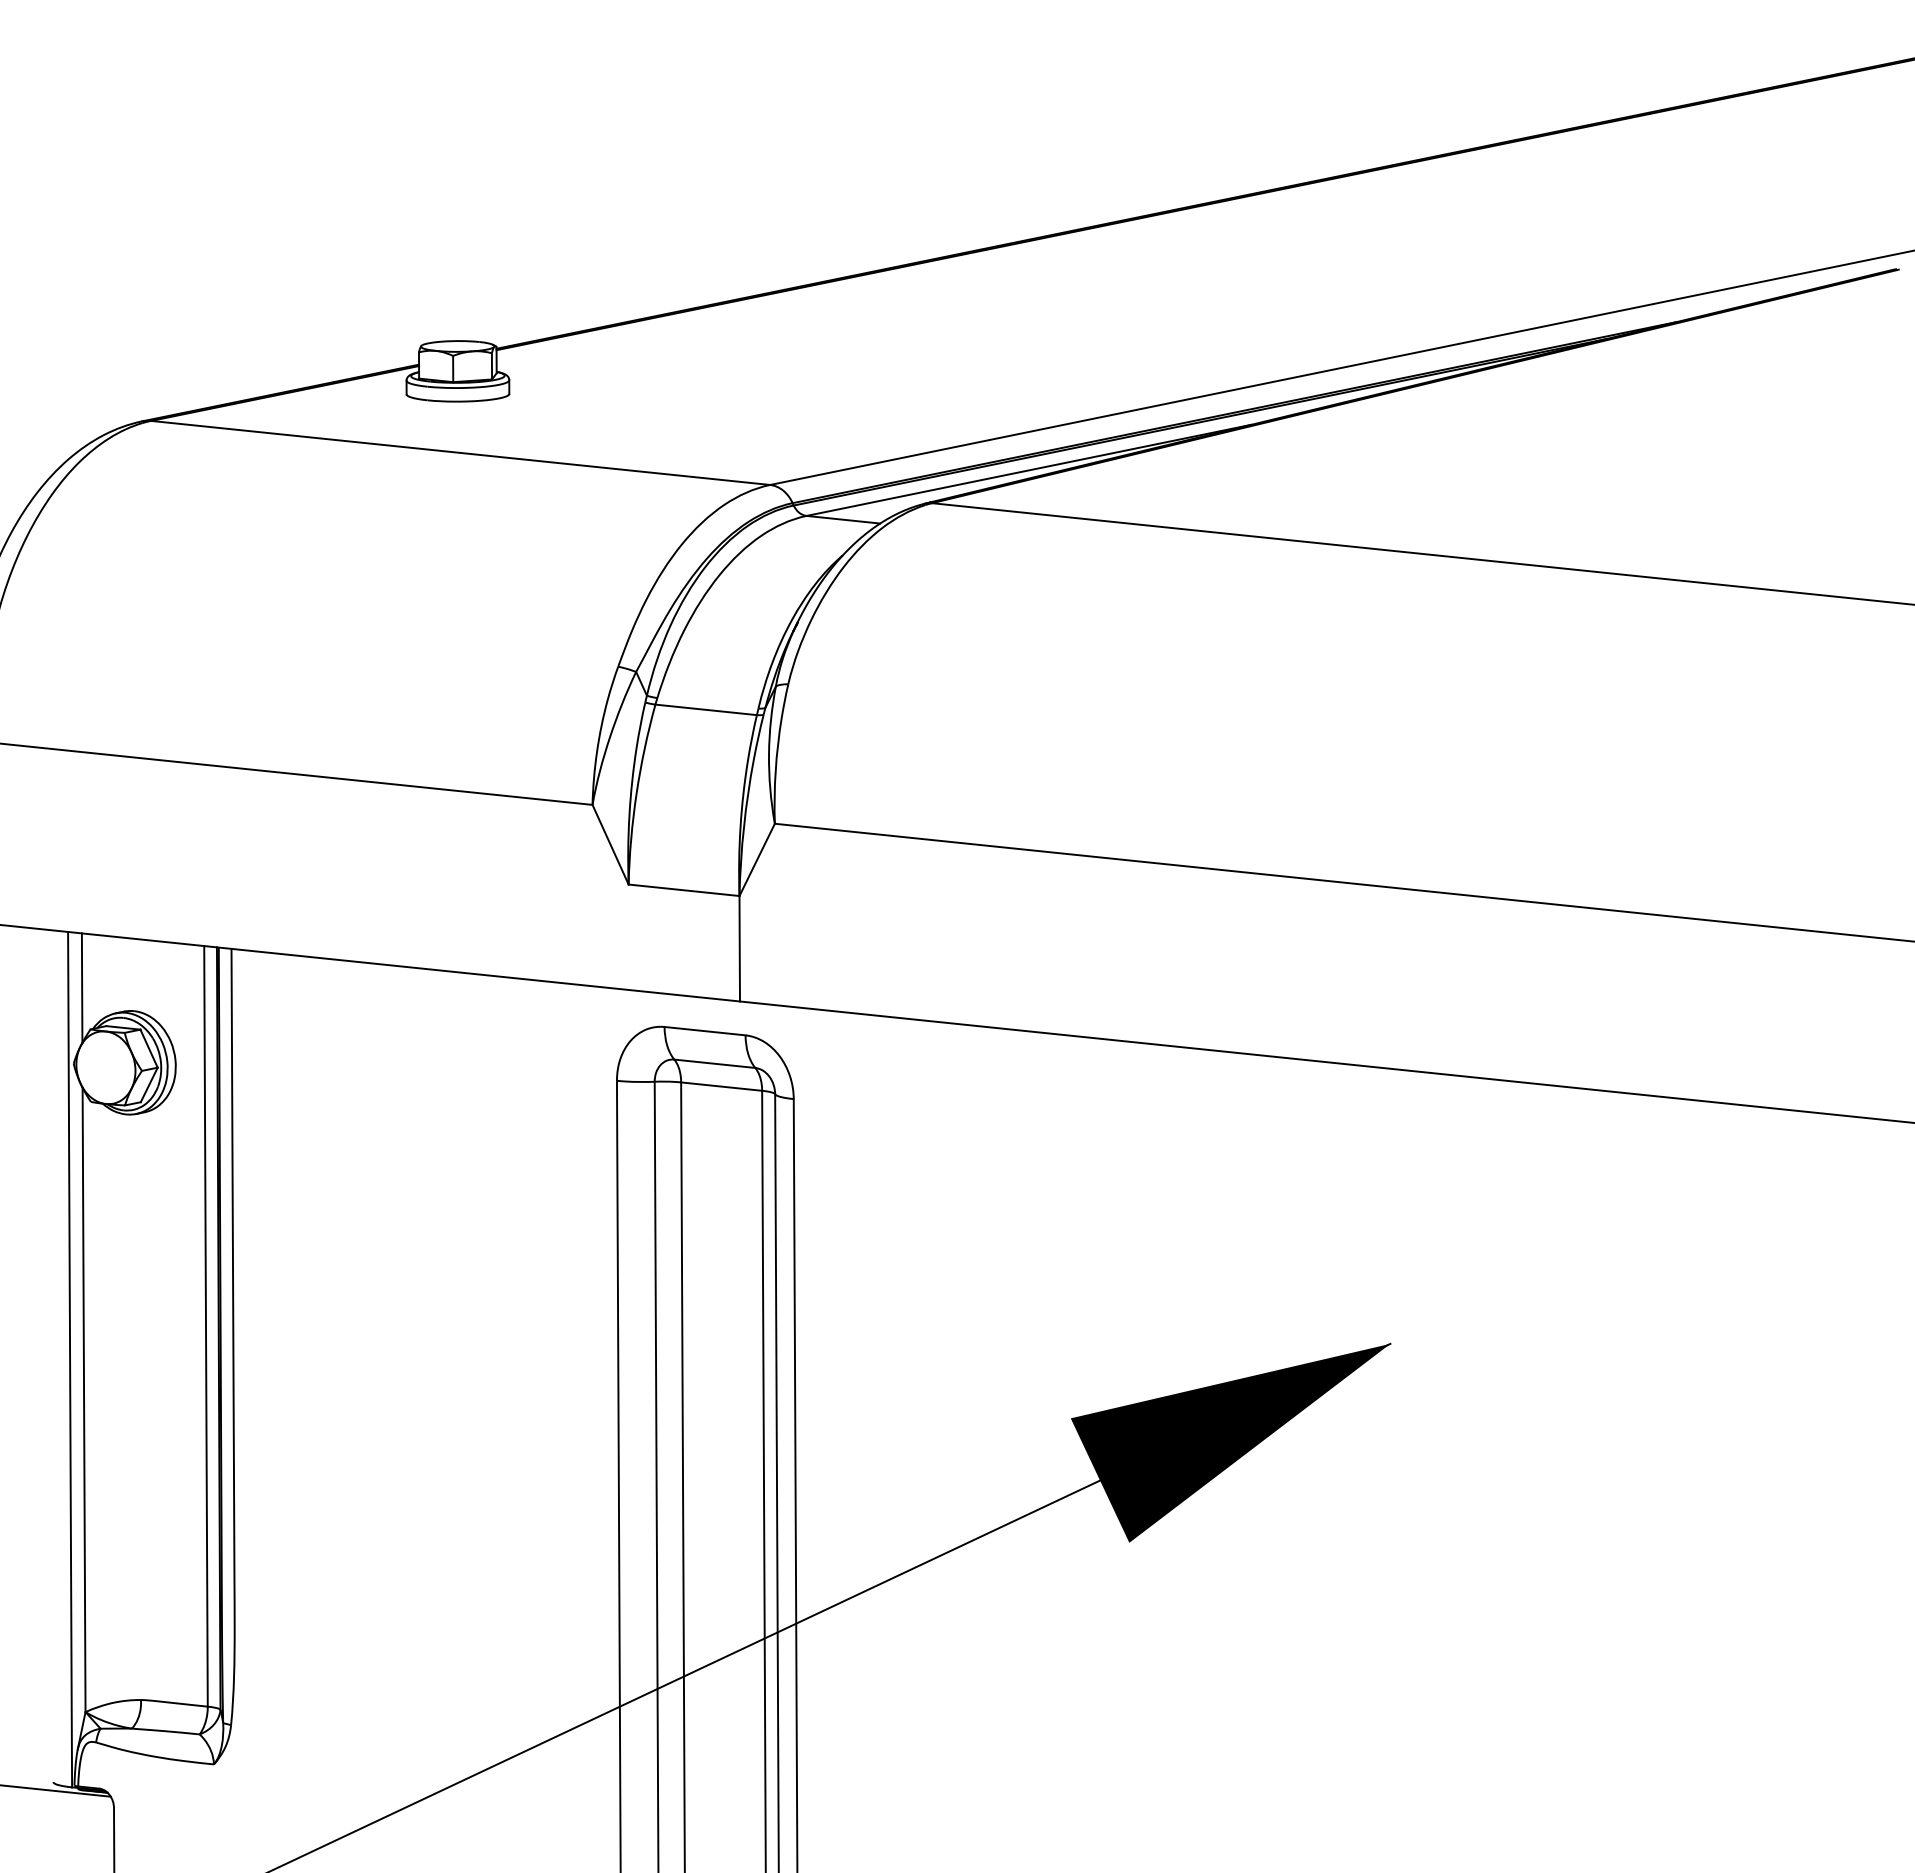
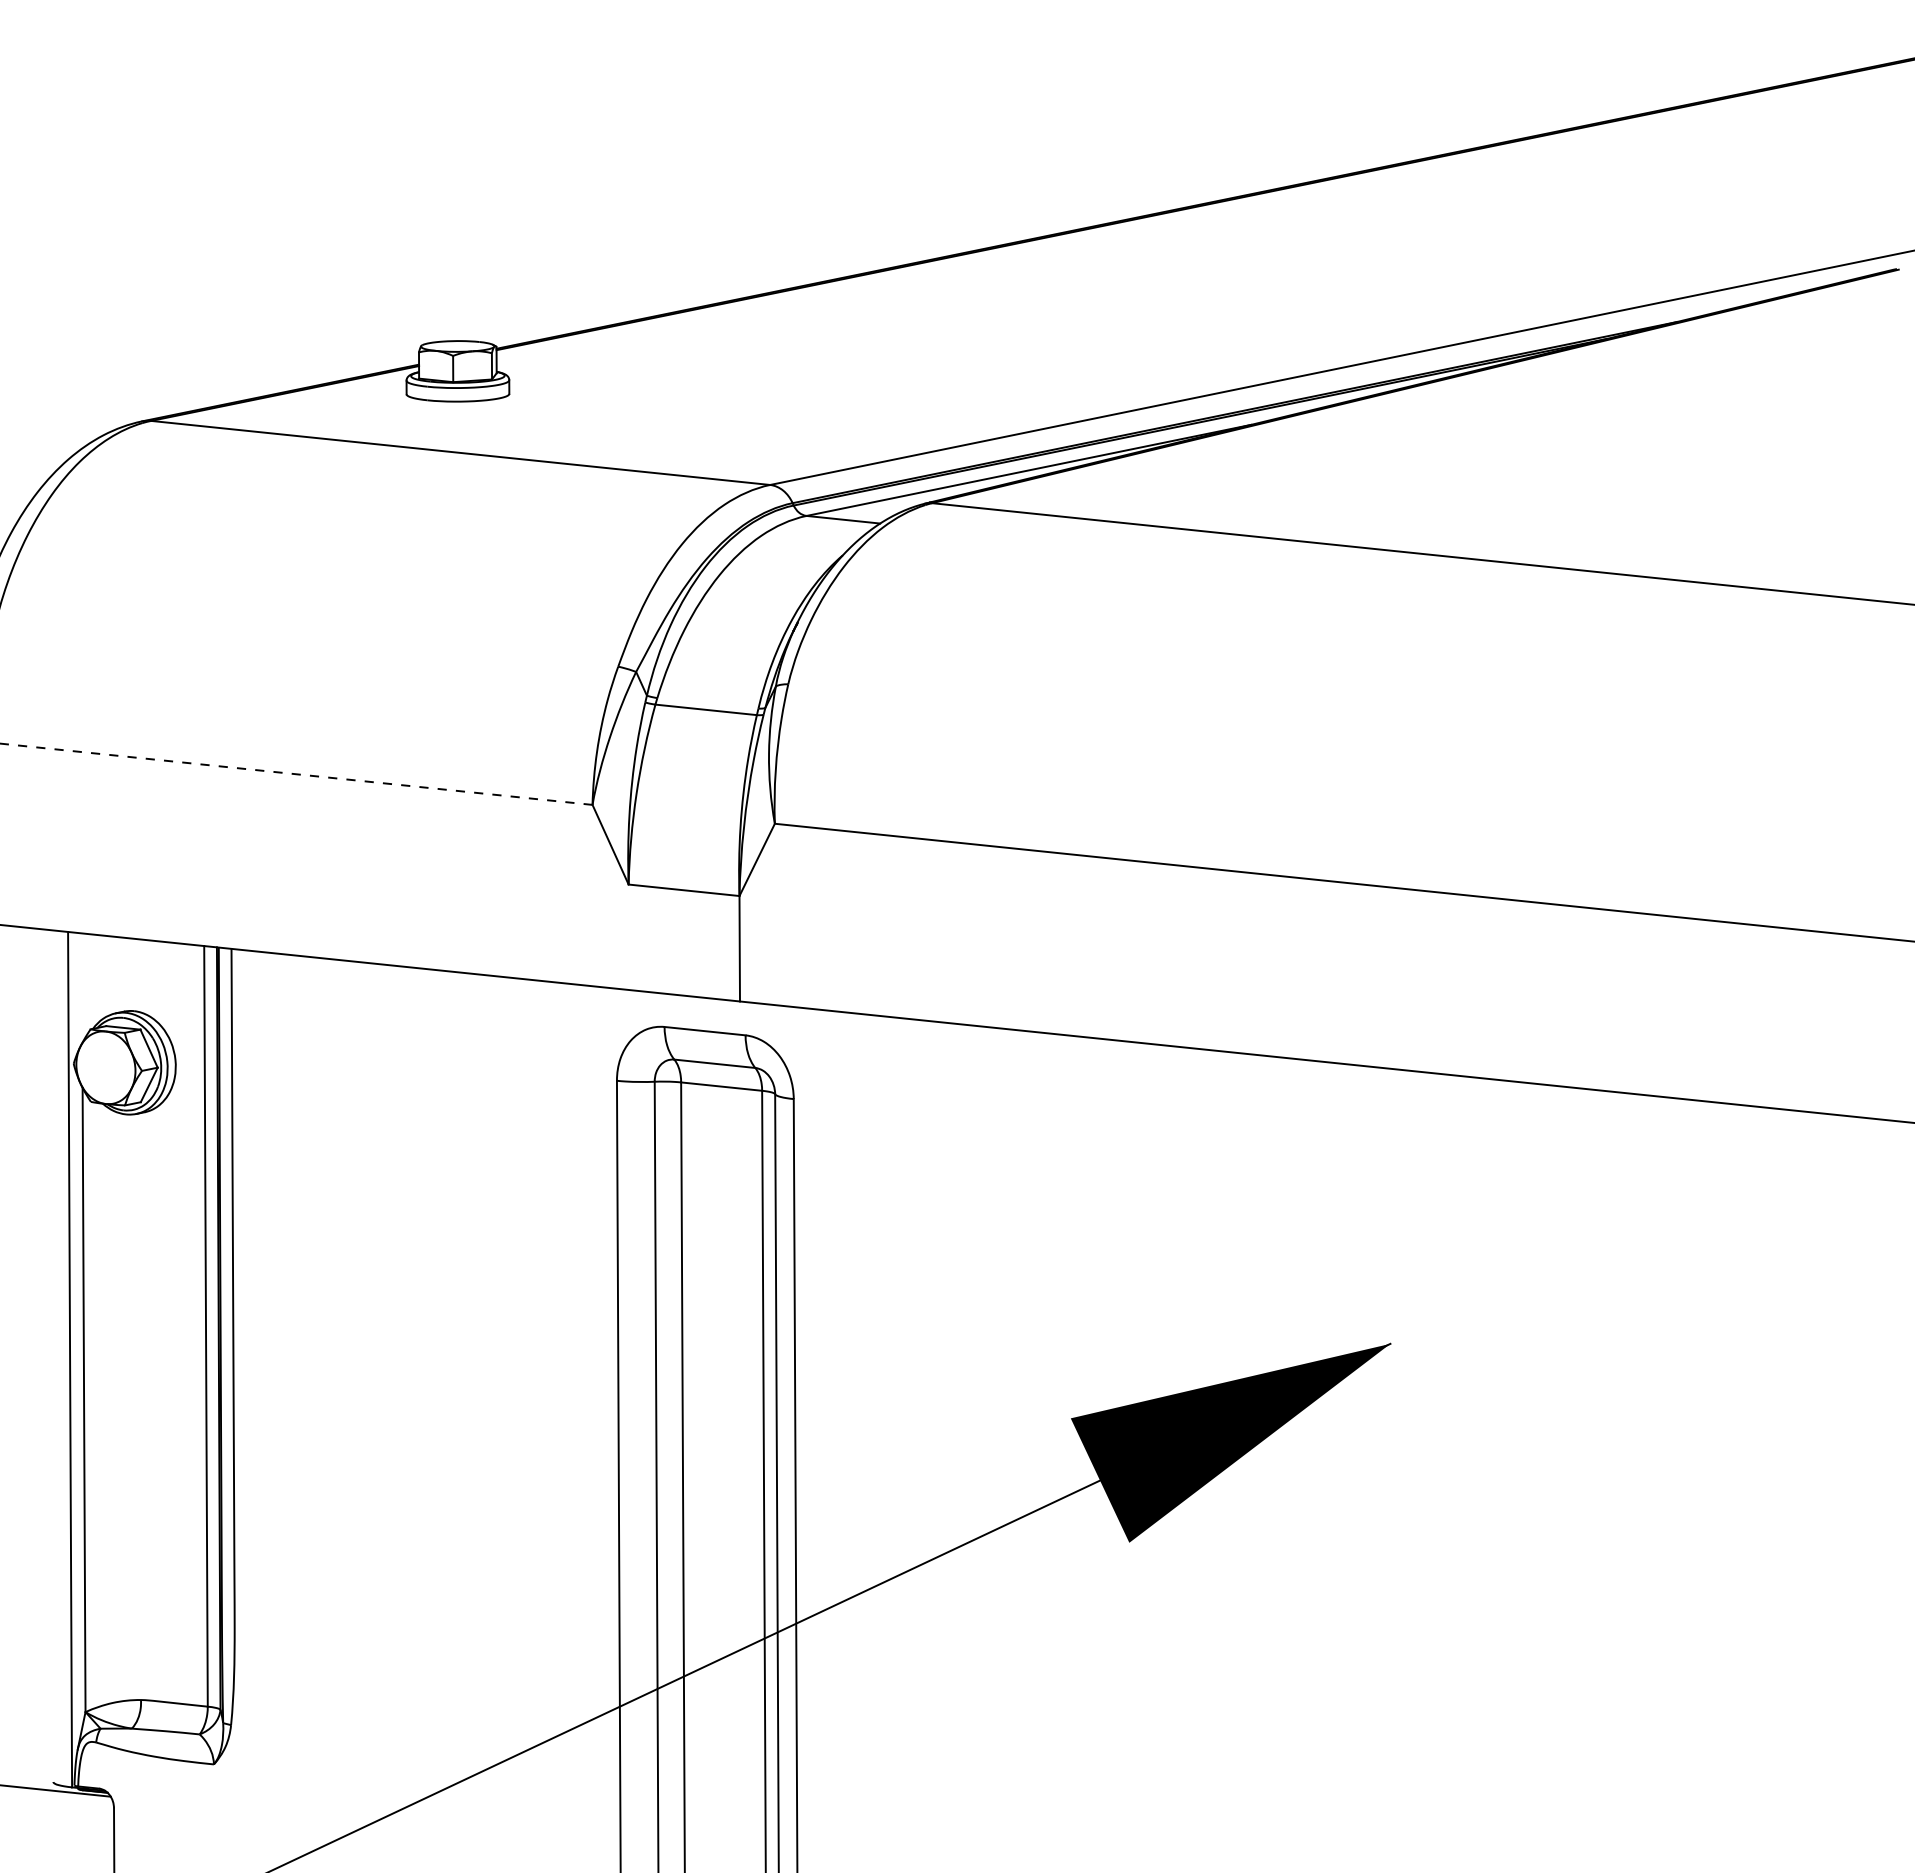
line at (296, 774): solid -> dashed
line at (81, 987): present -> none
